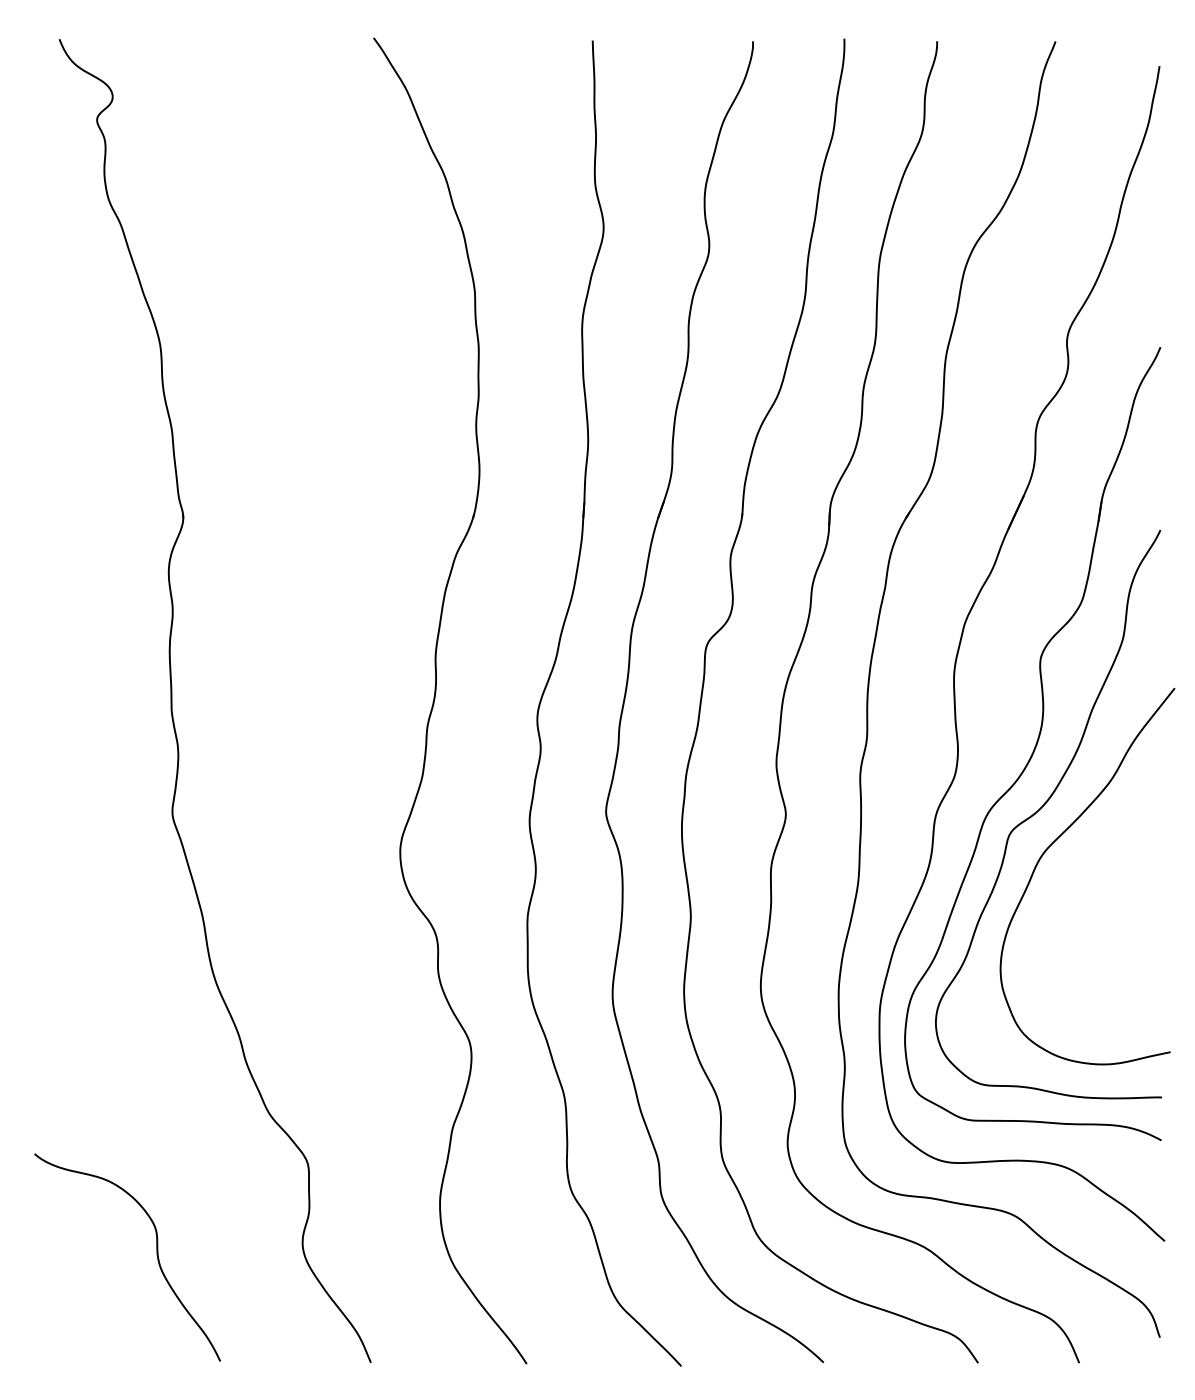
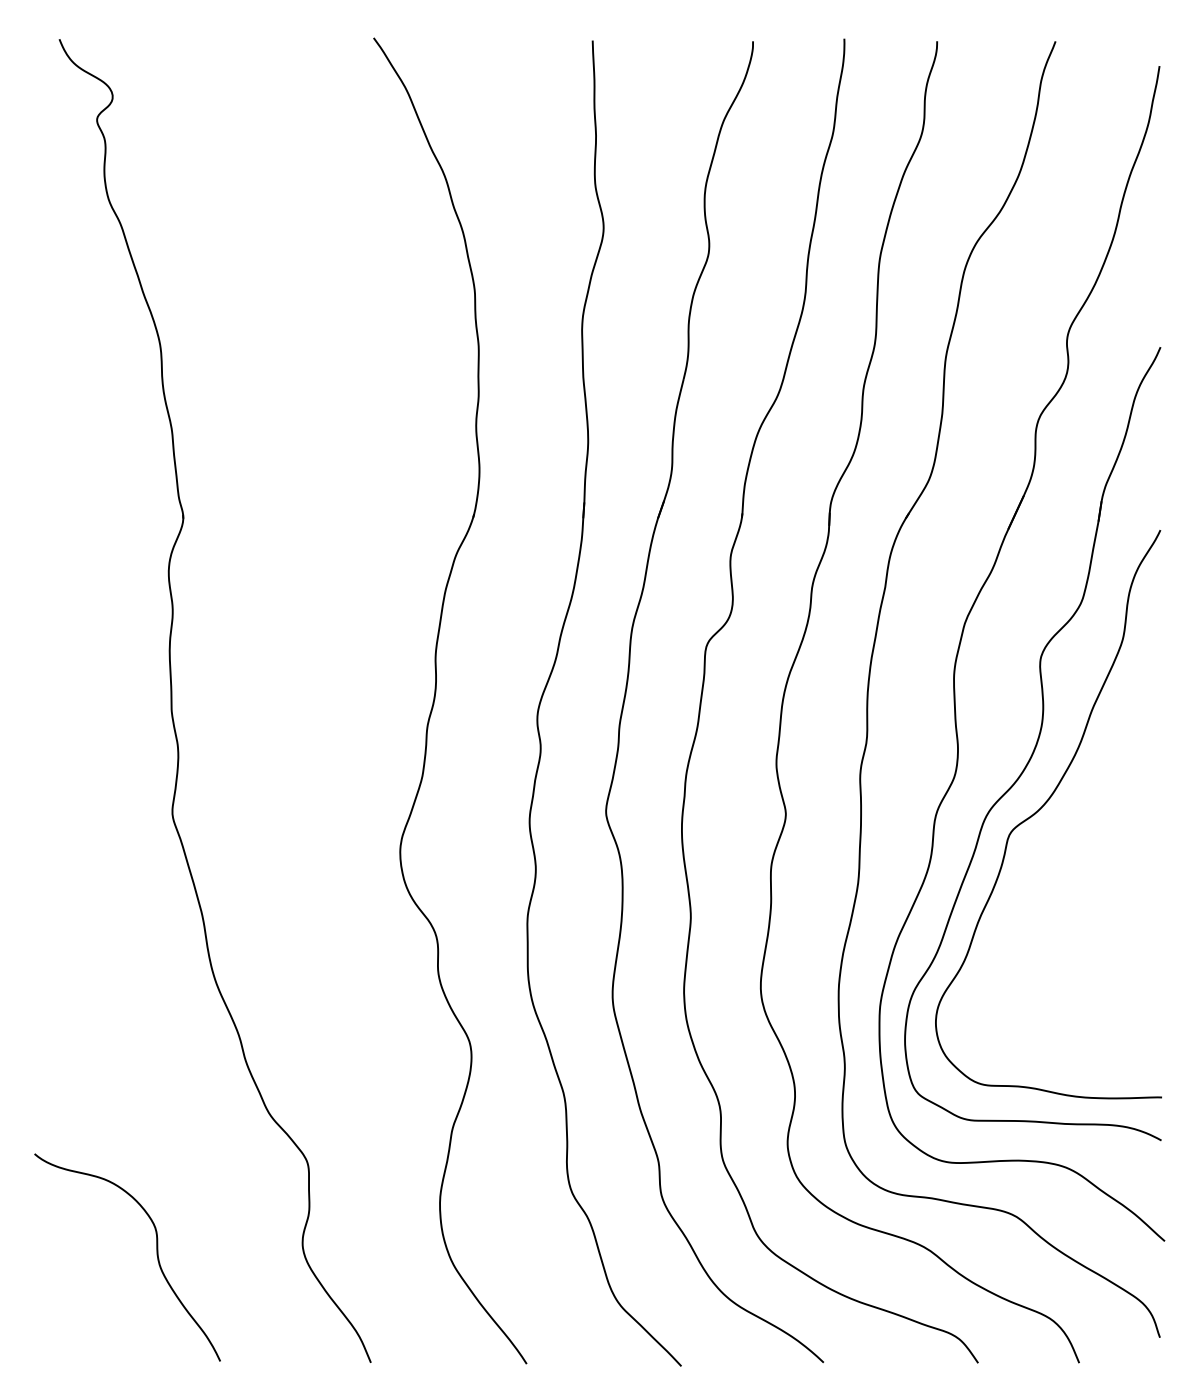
curve at (1054, 842): present -> none
